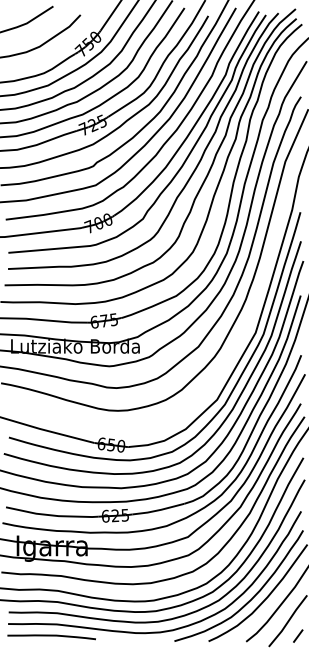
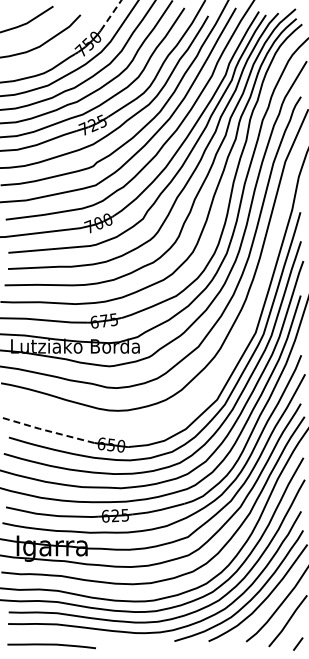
line at (111, 15): solid -> dashed
line at (47, 430): solid -> dashed
line at (298, 635) position: (298, 635) -> (298, 643)
curve at (51, 636) position: (51, 636) -> (51, 645)
